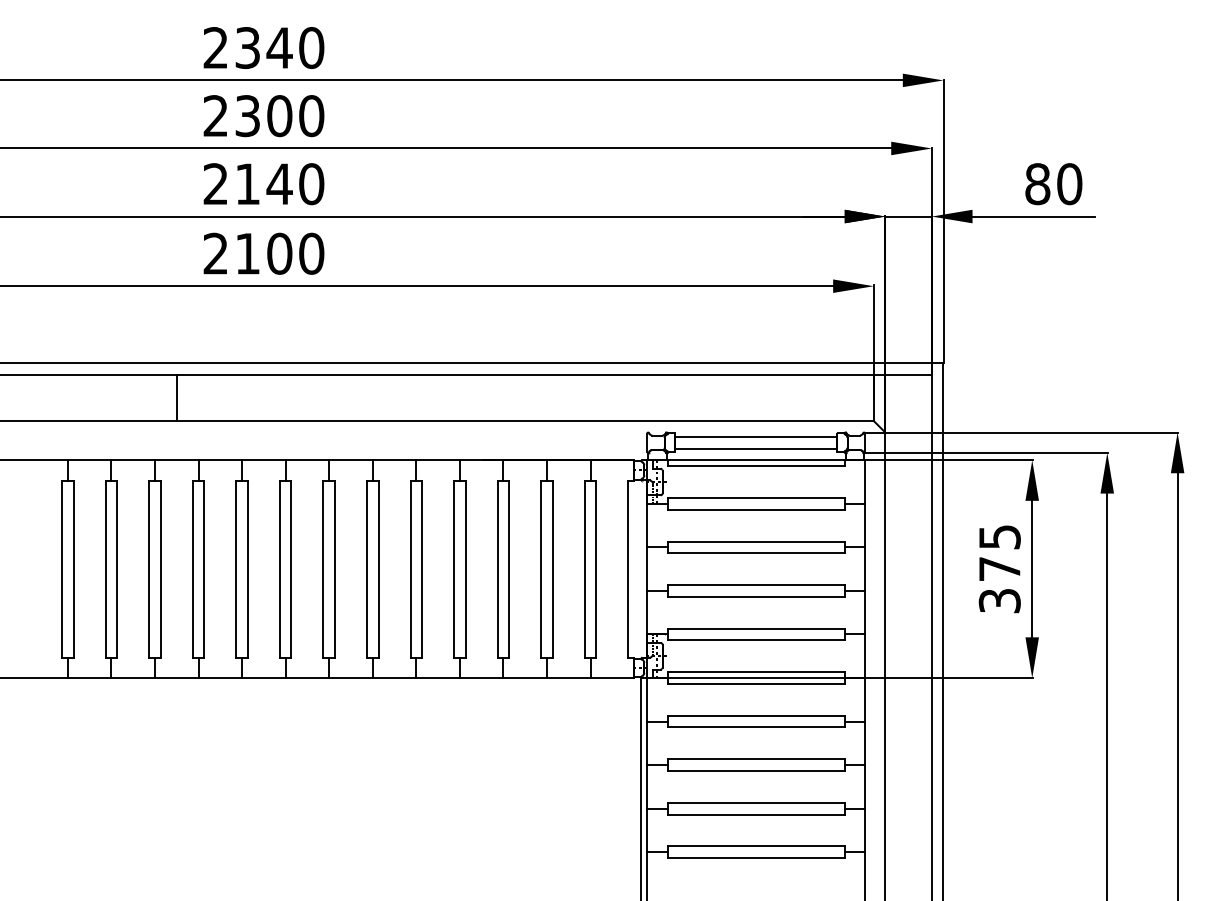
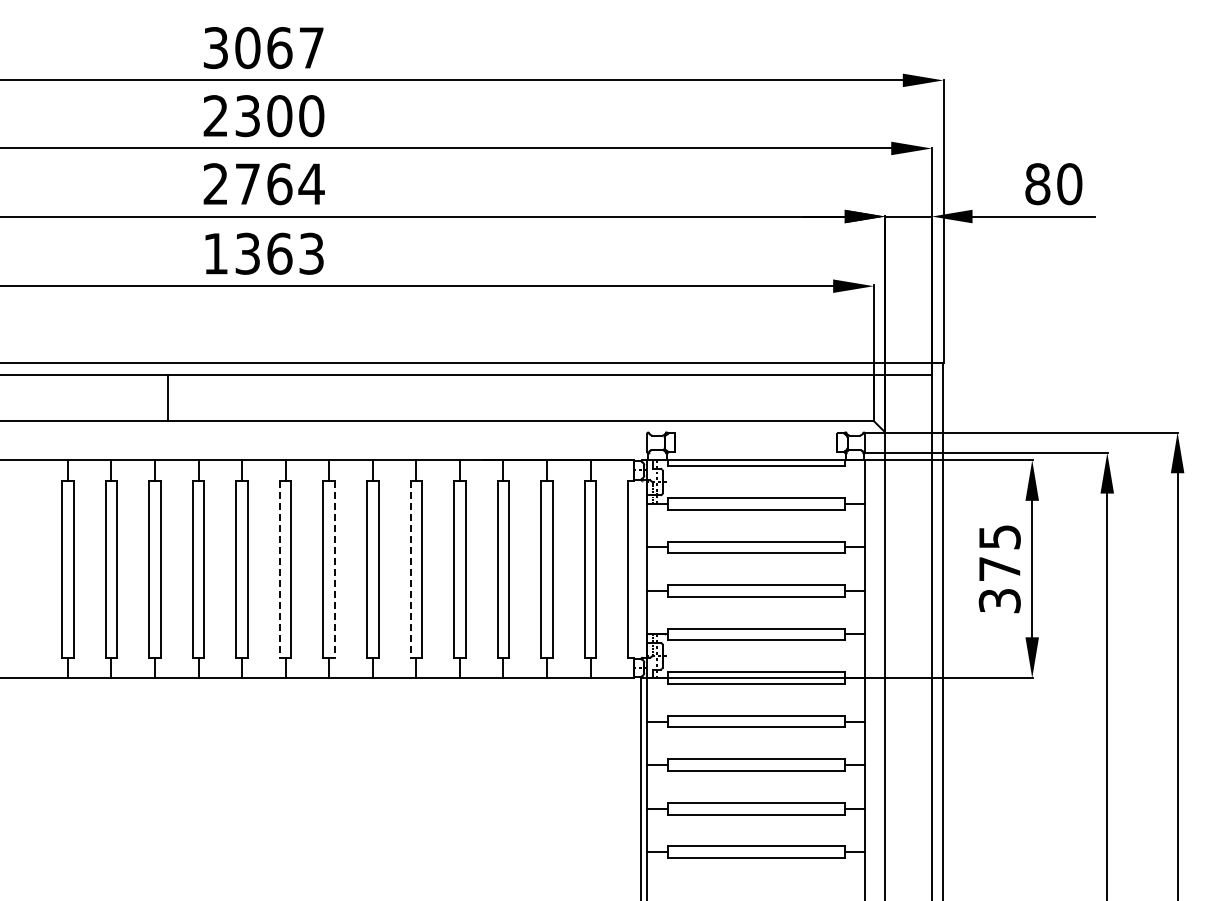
text at (263, 48): 2340 -> 3067
text at (280, 184): 2140 -> 2764
text at (263, 253): 2100 -> 1363
line at (176, 397) position: (176, 397) -> (167, 397)
line at (755, 436): present -> none
line at (755, 448): present -> none
line at (279, 569): solid -> dashed
line at (335, 569): solid -> dashed
line at (410, 569): solid -> dashed
